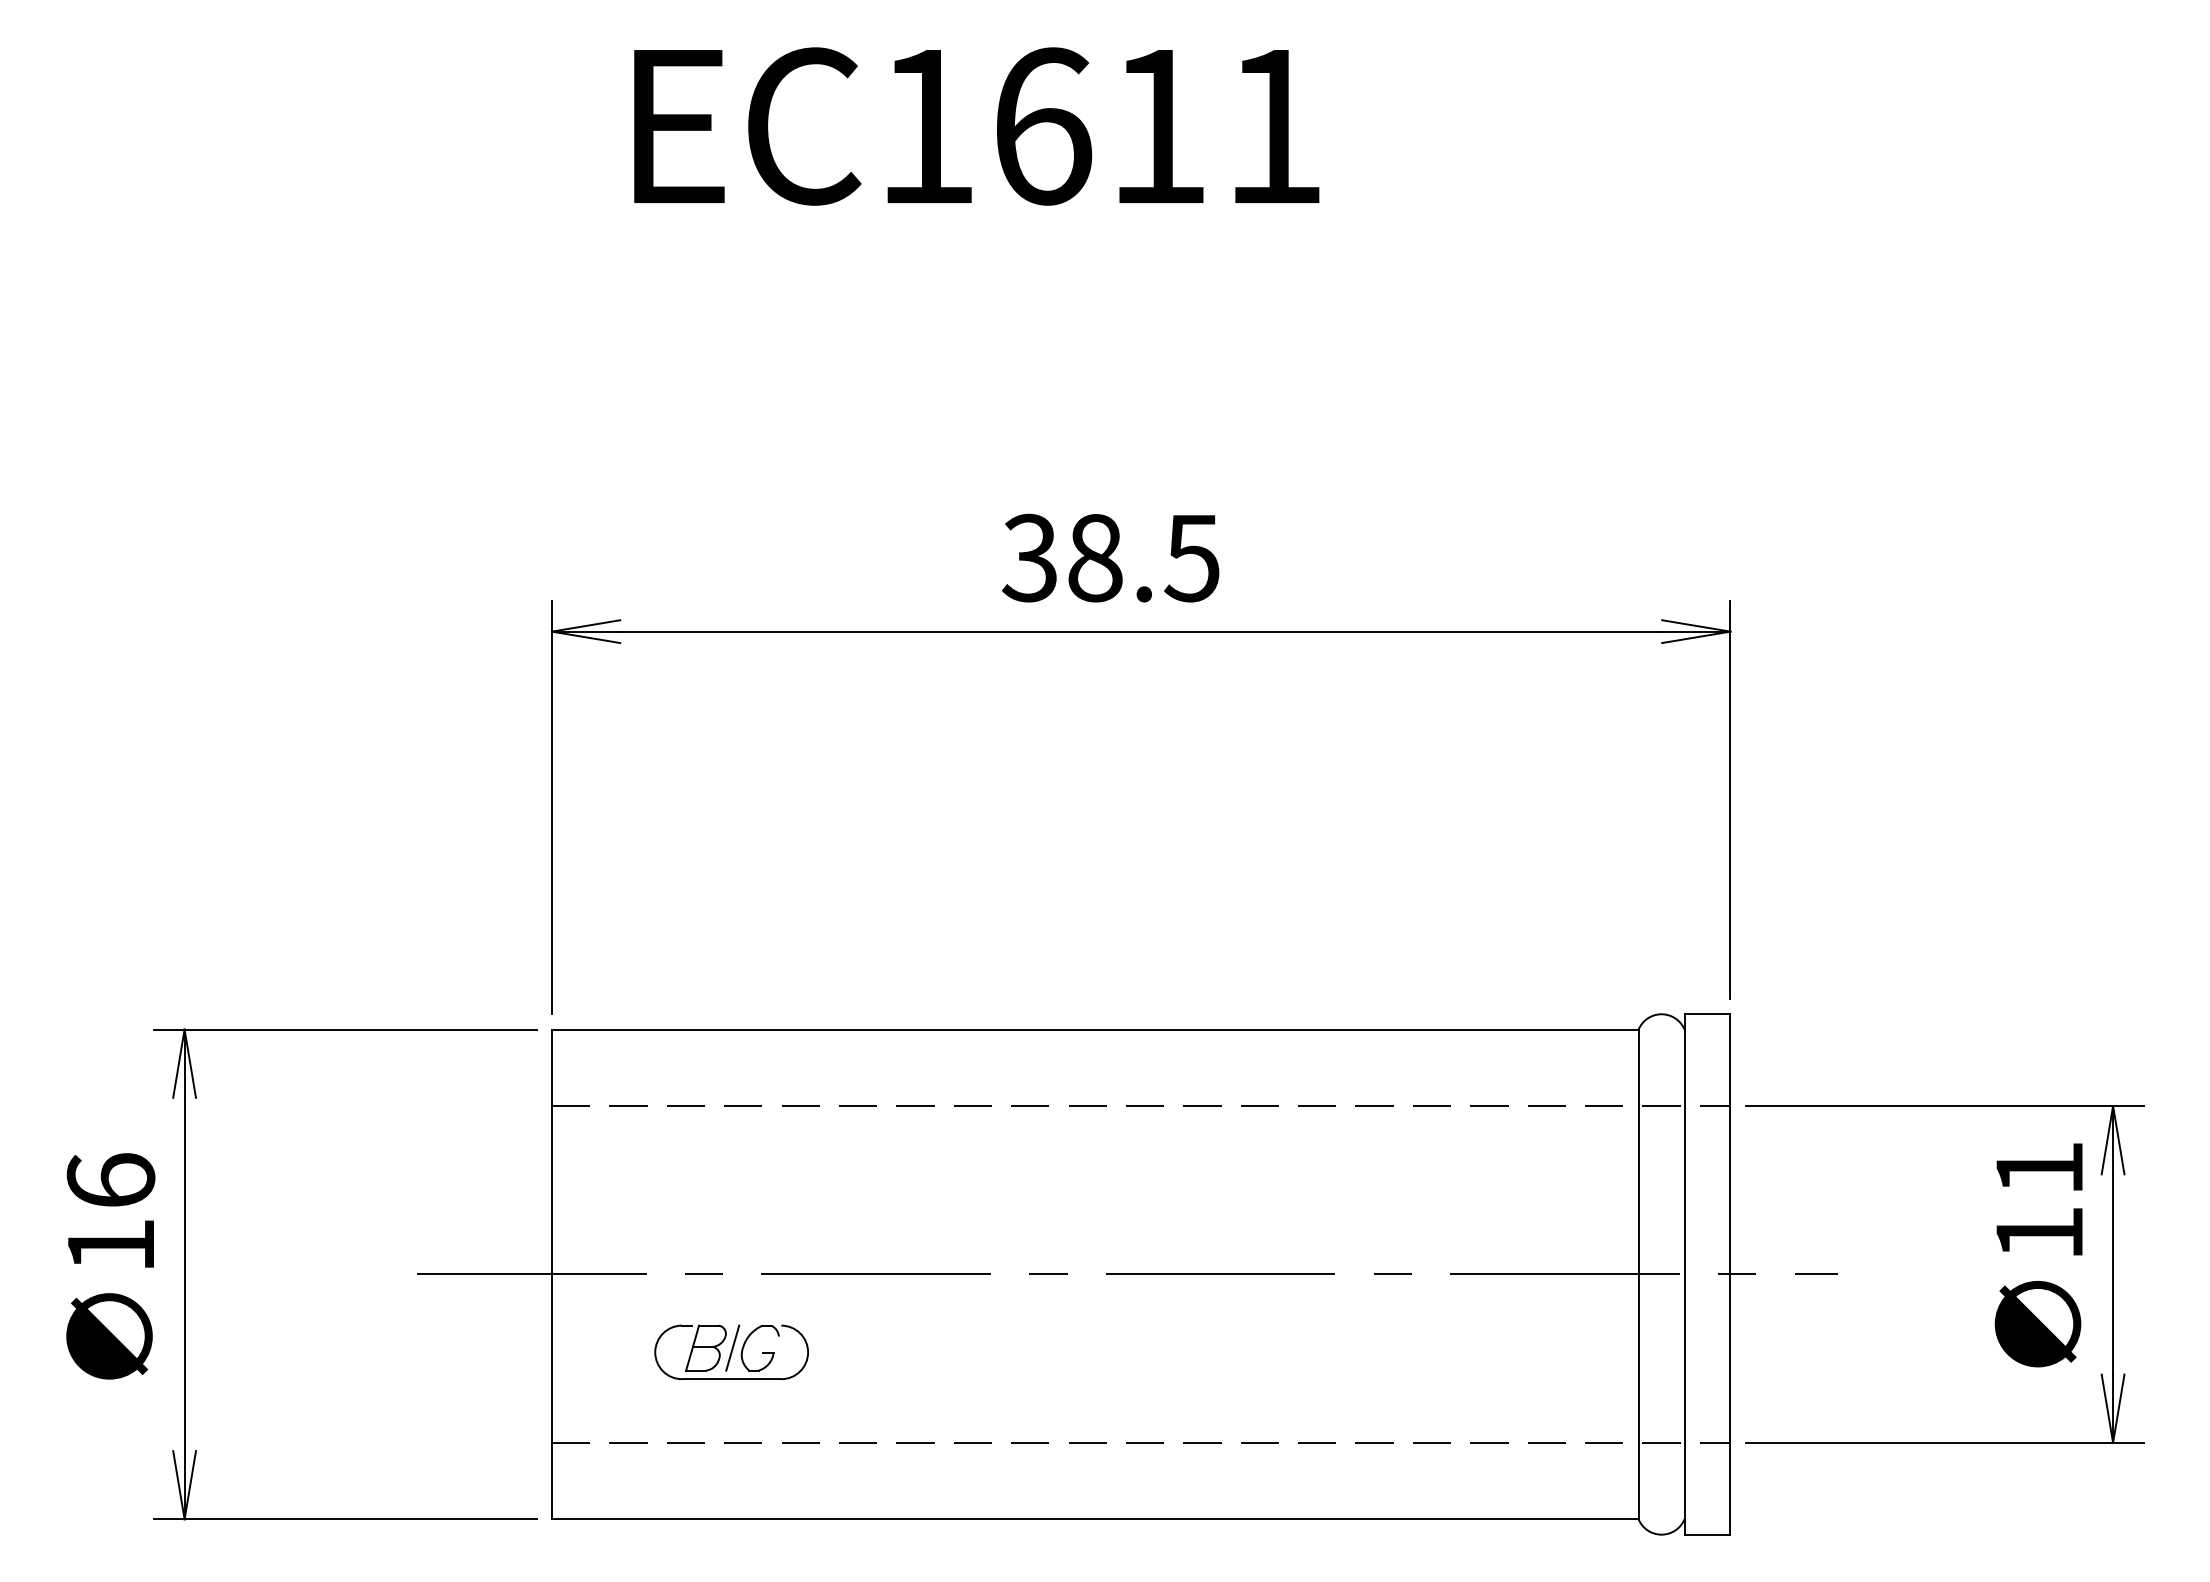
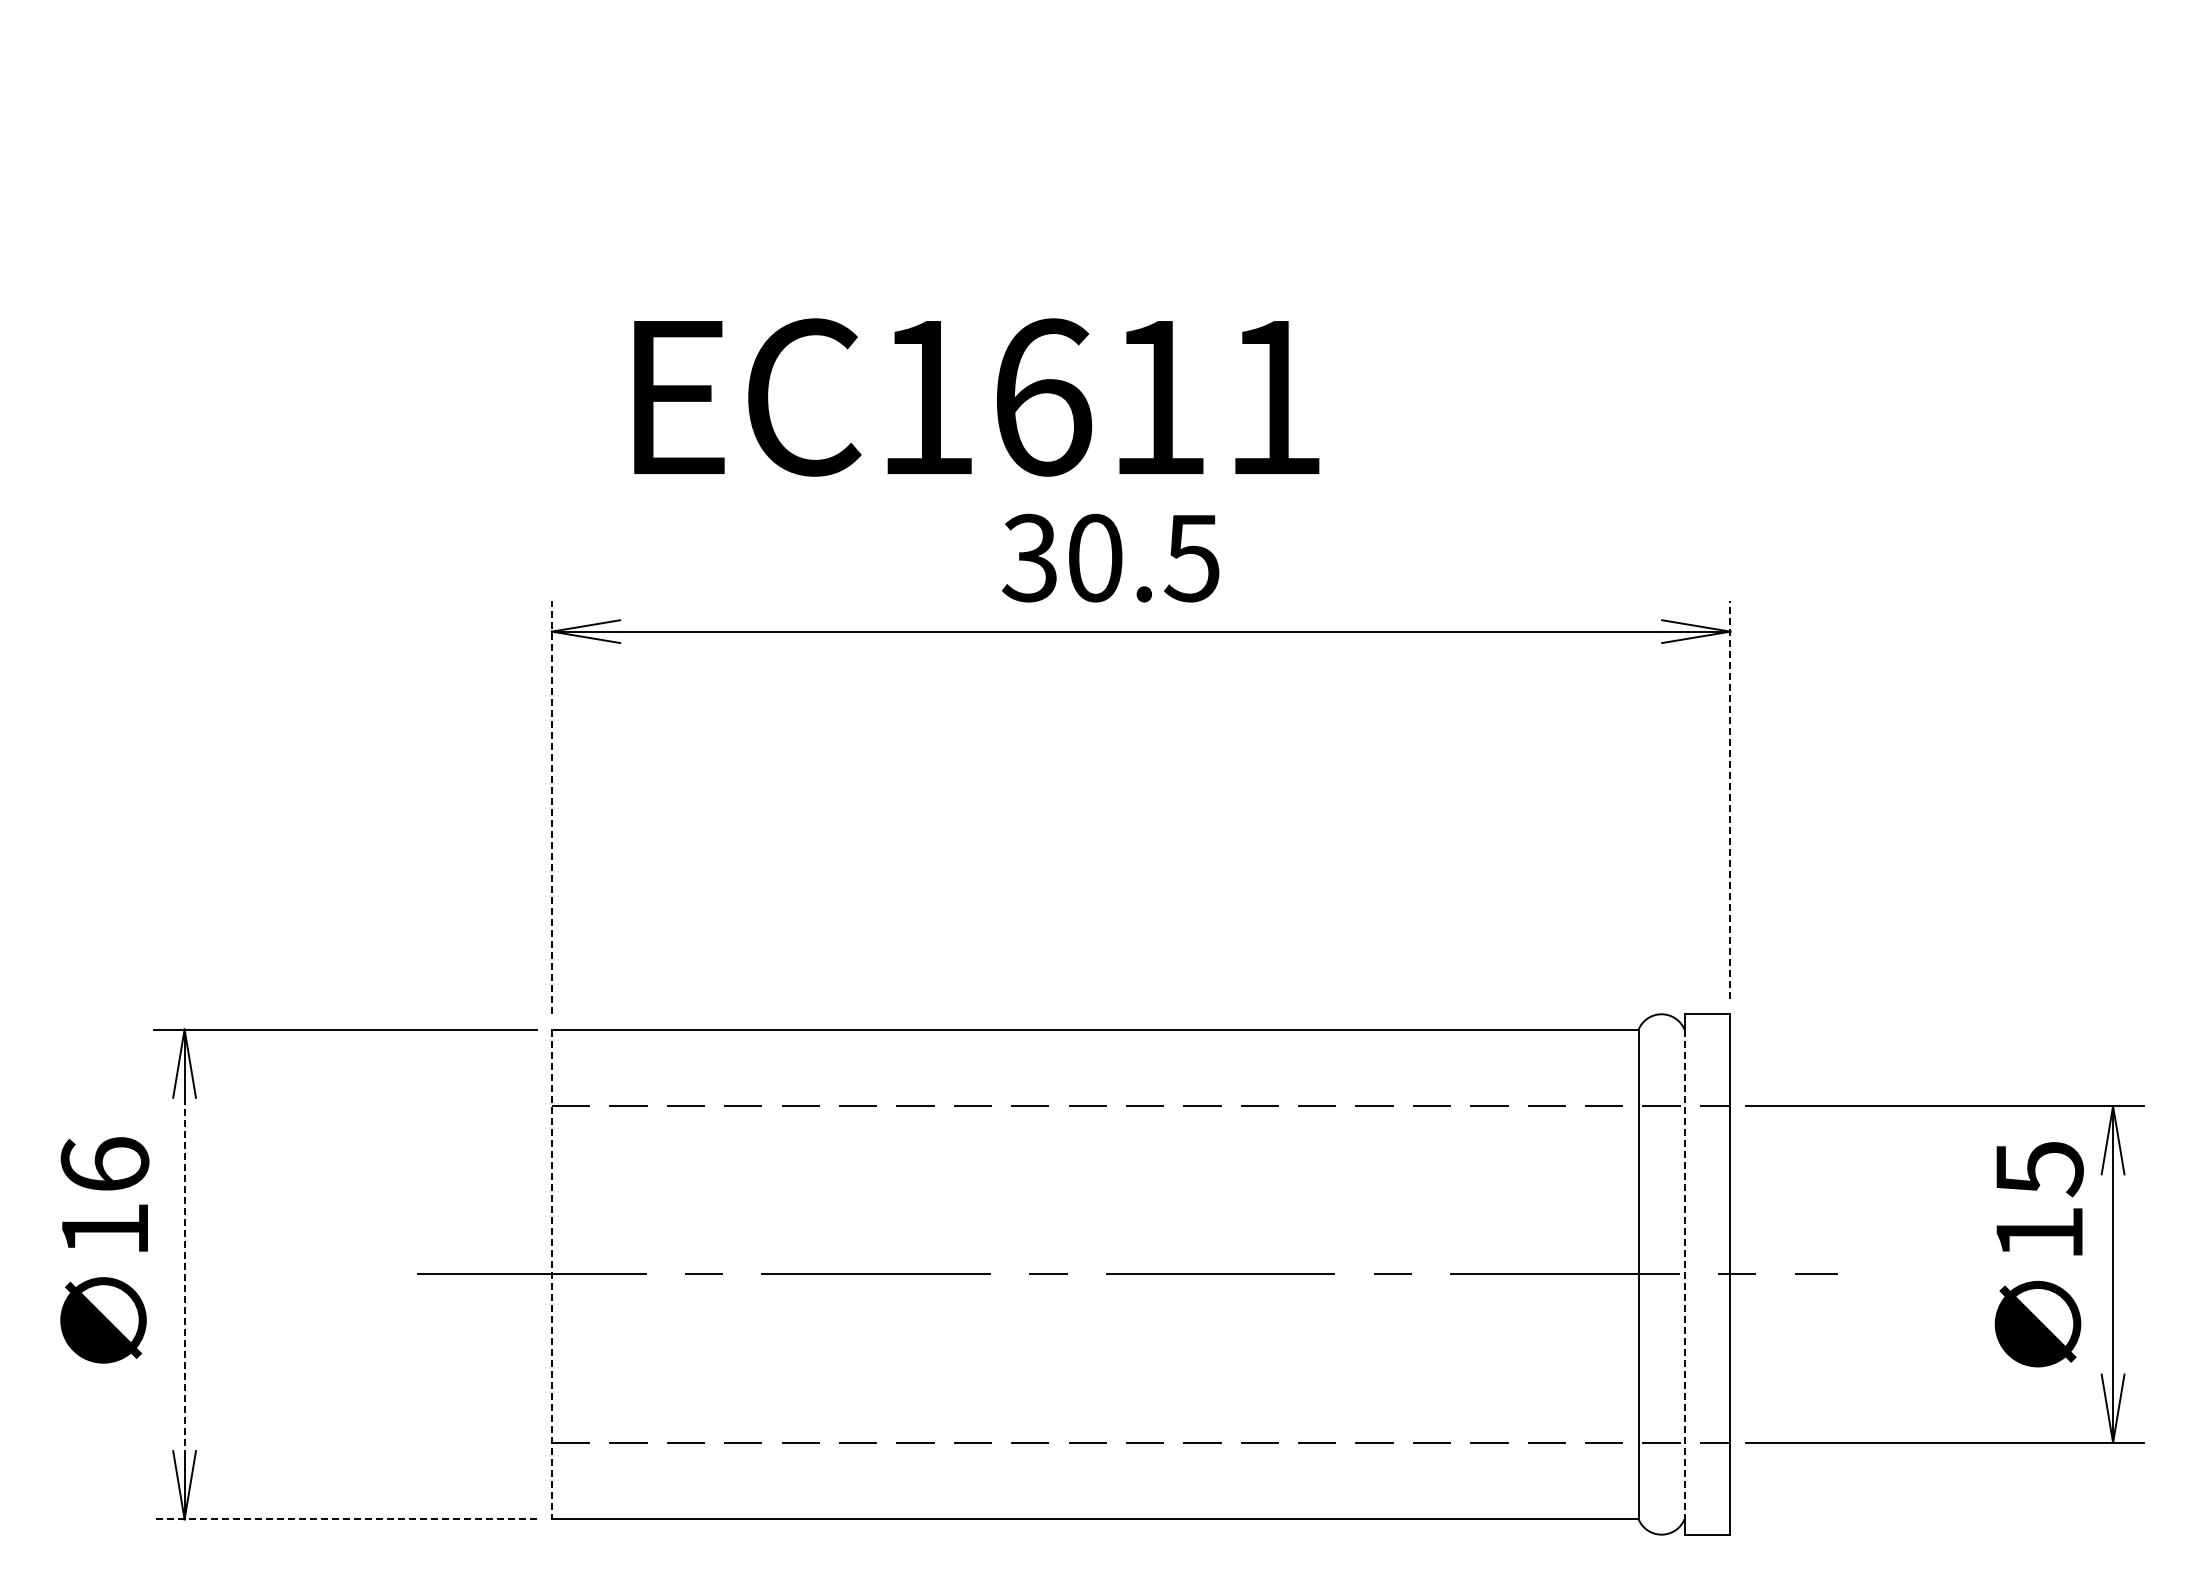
text at (976, 126) position: (976, 126) -> (976, 397)
text at (1095, 557): 38.5 -> 30.5
line at (1730, 800): solid -> dashed
line at (551, 807): solid -> dashed
text at (2039, 1169): 11 -> 15
text at (110, 1266) position: (110, 1266) -> (104, 1250)
line at (184, 1274): solid -> dashed
line at (551, 1274): solid -> dashed
line at (1684, 1274): solid -> dashed
part at (731, 1352): present -> none
line at (344, 1519): solid -> dashed
